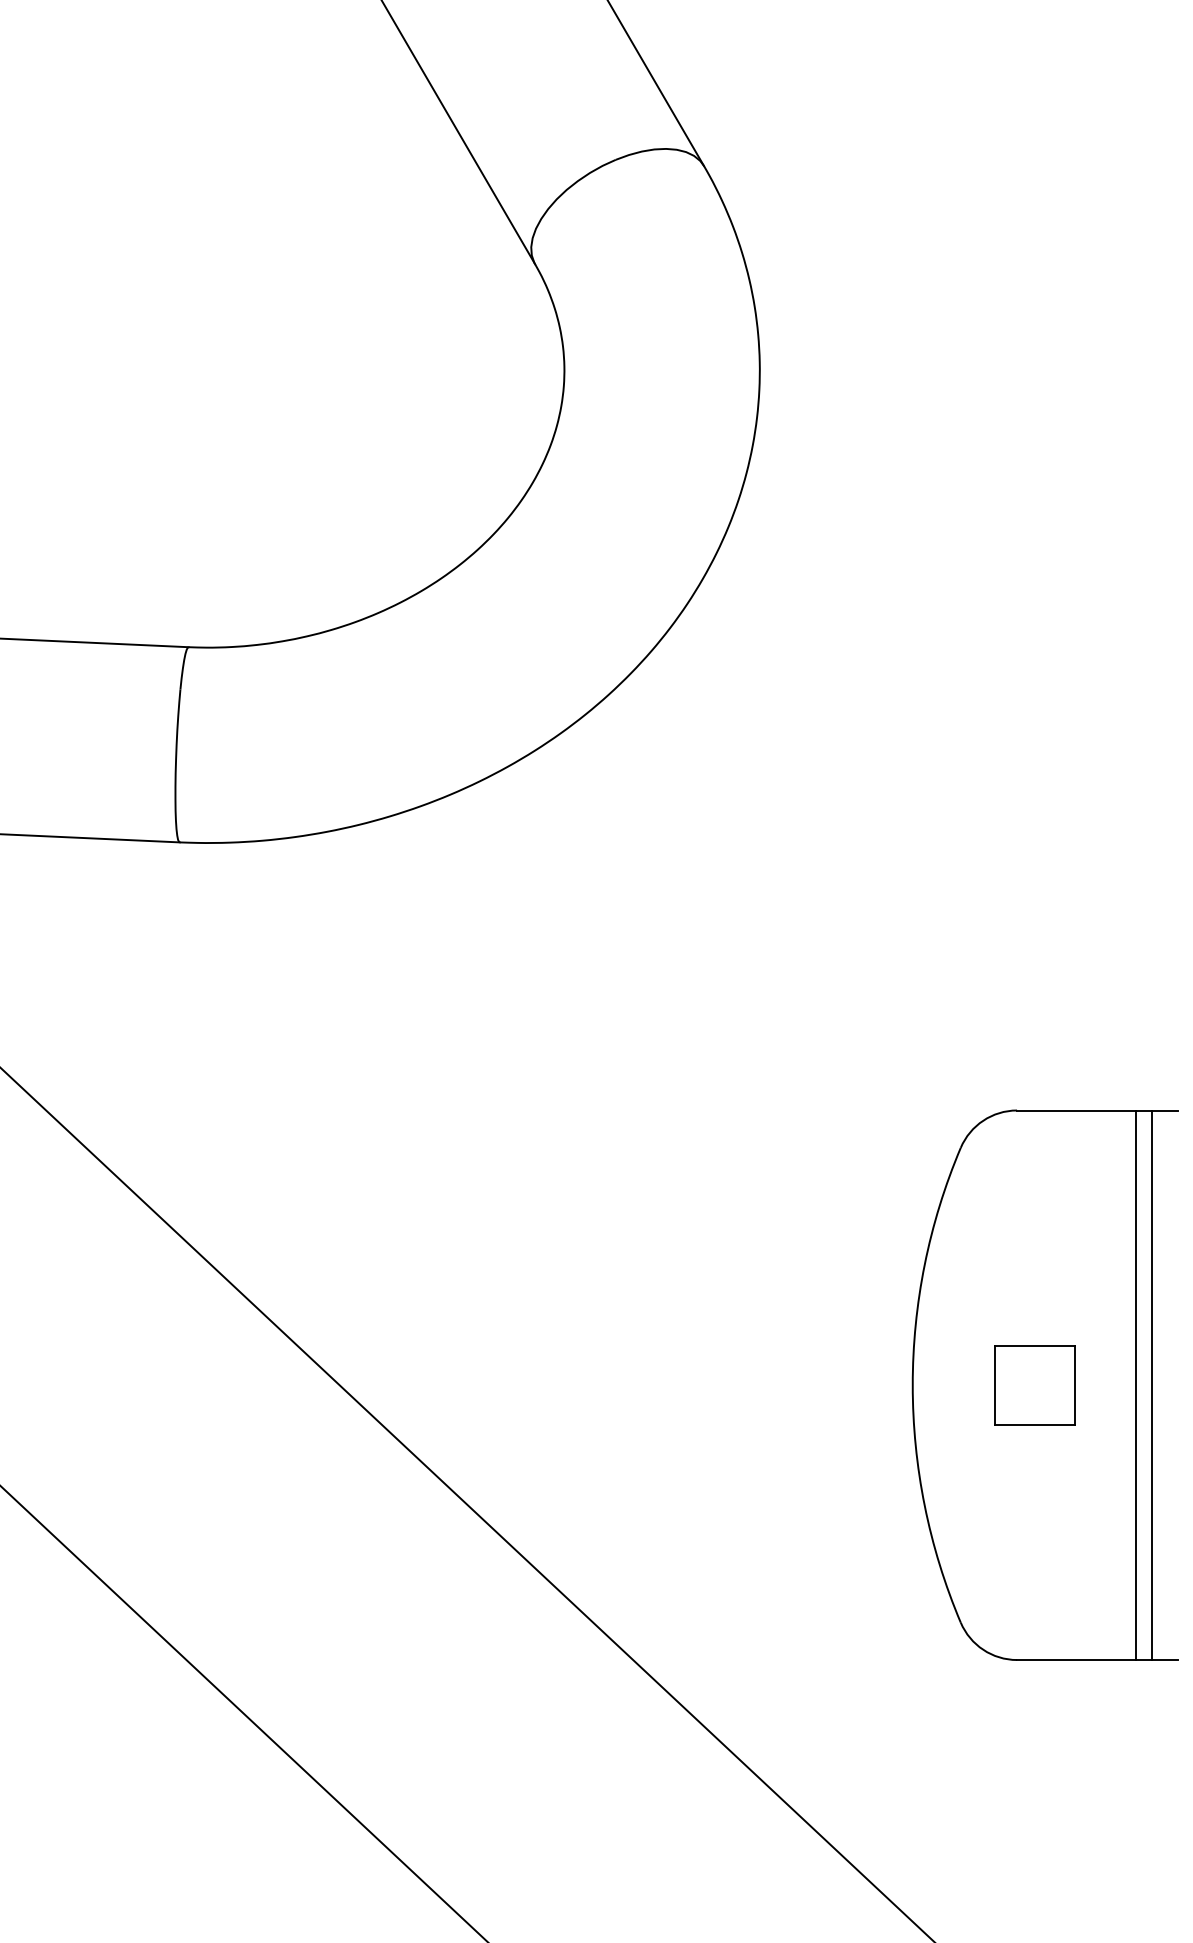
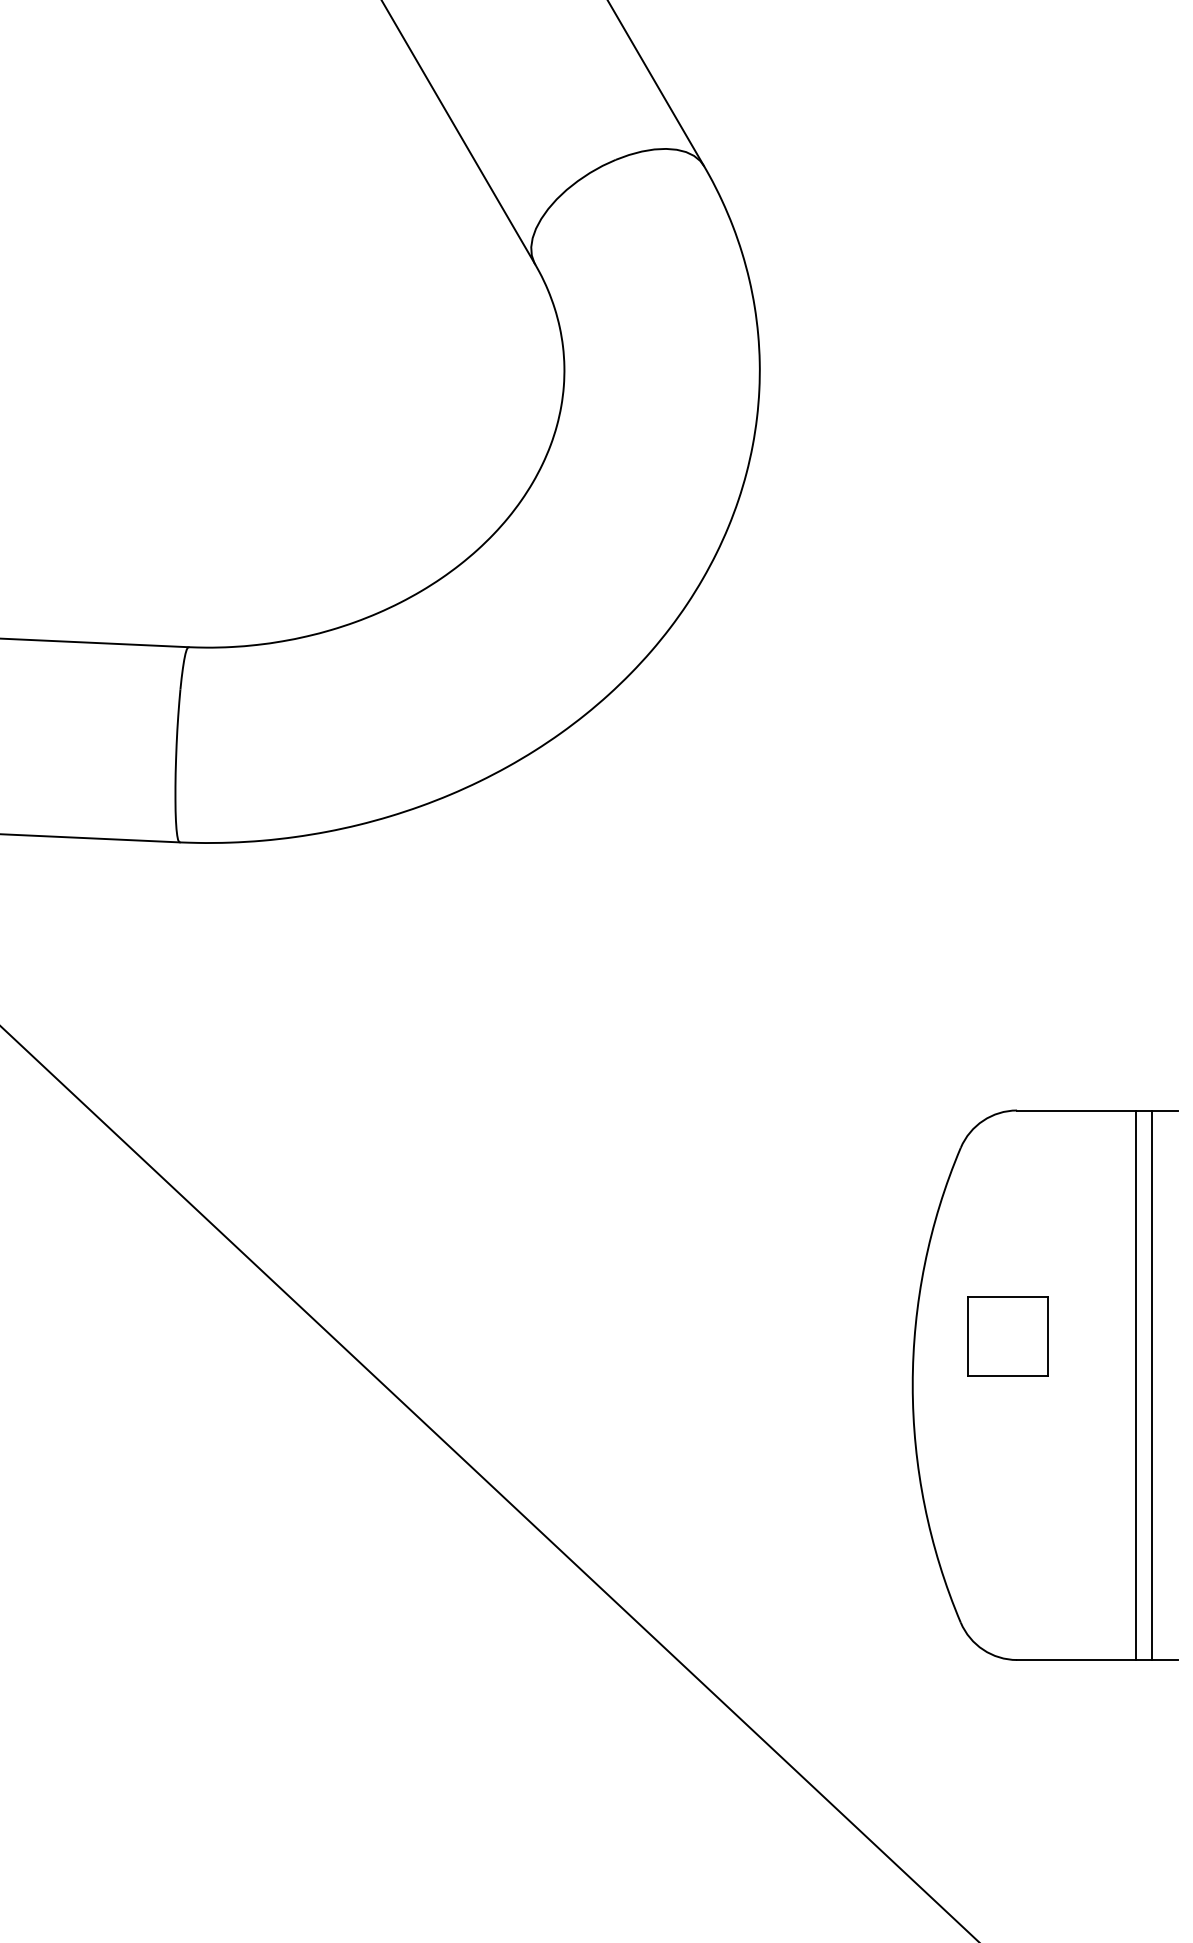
part at (1034, 1385) position: (1034, 1385) -> (1007, 1336)
line at (466, 1504) position: (466, 1504) -> (488, 1483)
line at (243, 1713): present -> none
